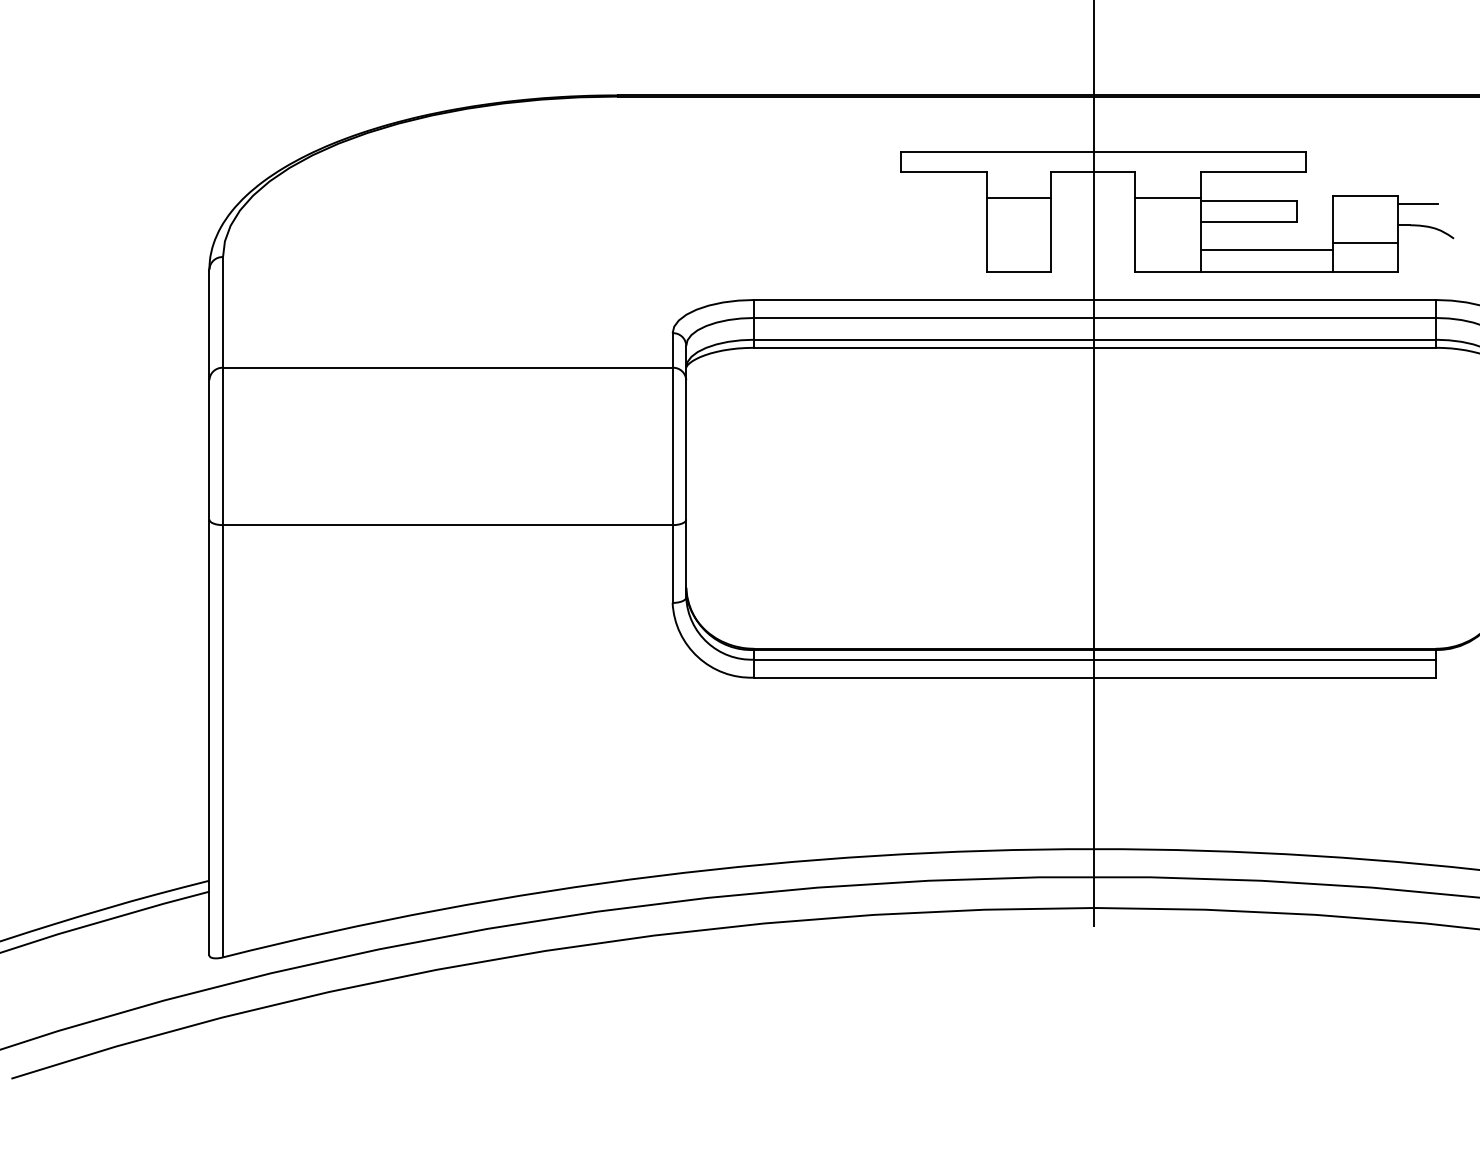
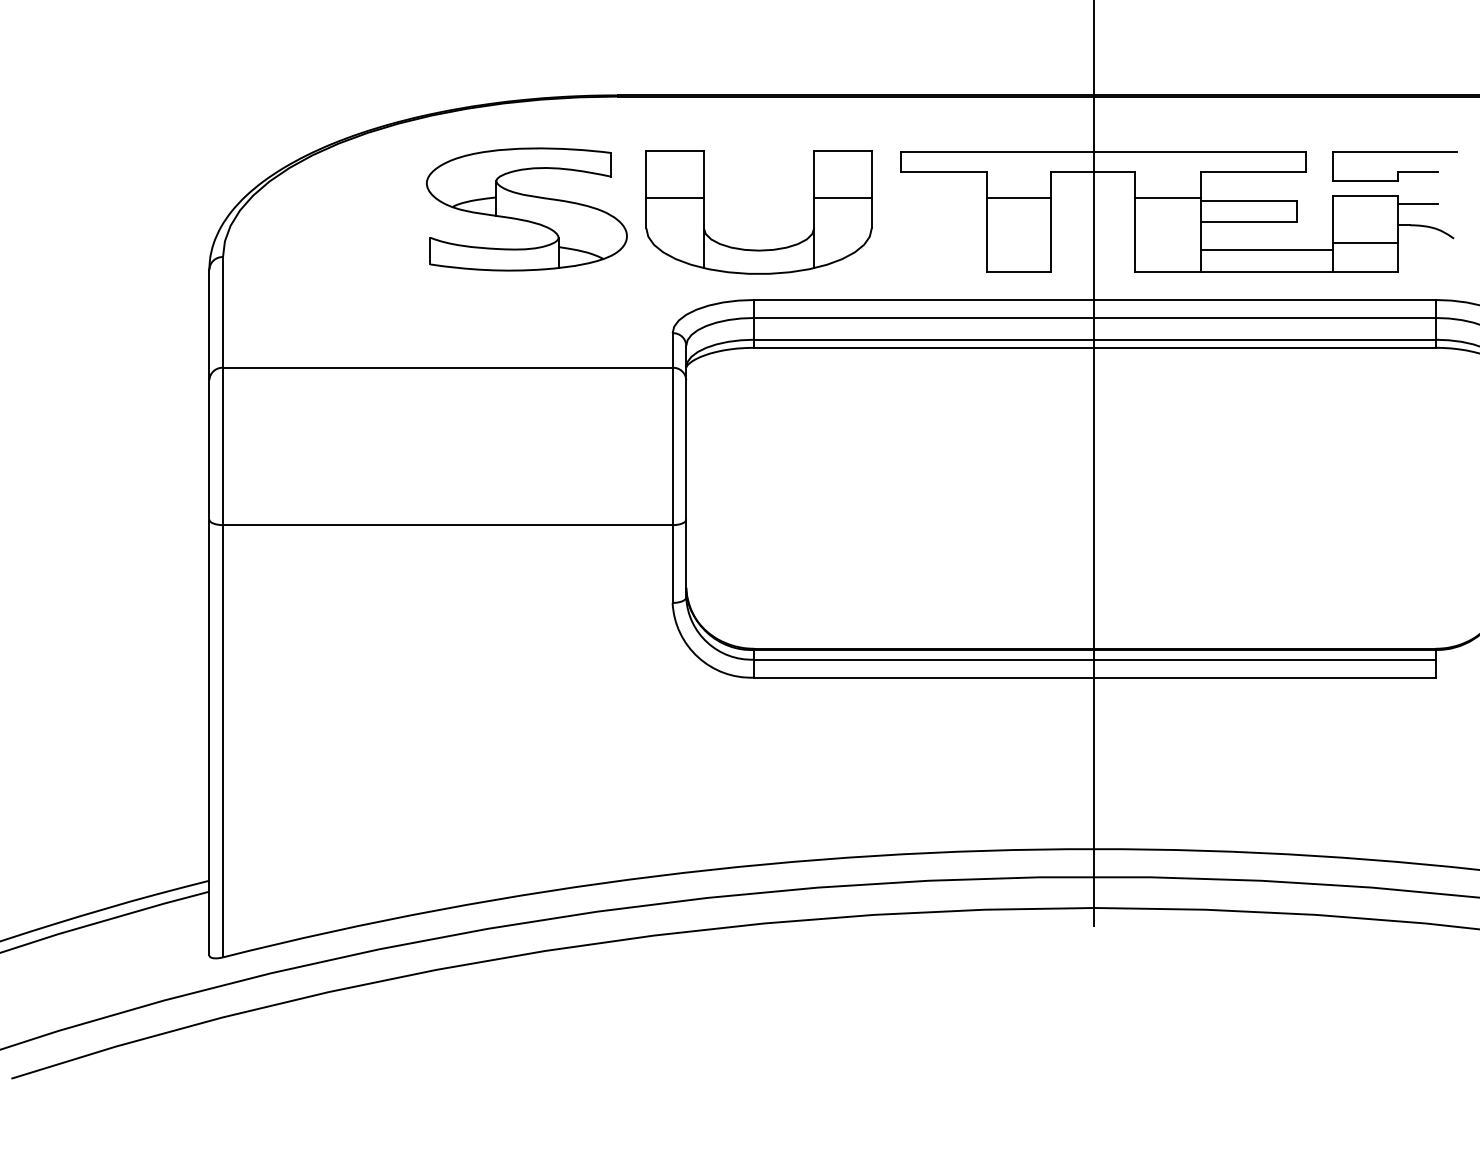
part at (1394, 166): none -> present
part at (526, 209): none -> present
part at (758, 249): none -> present
